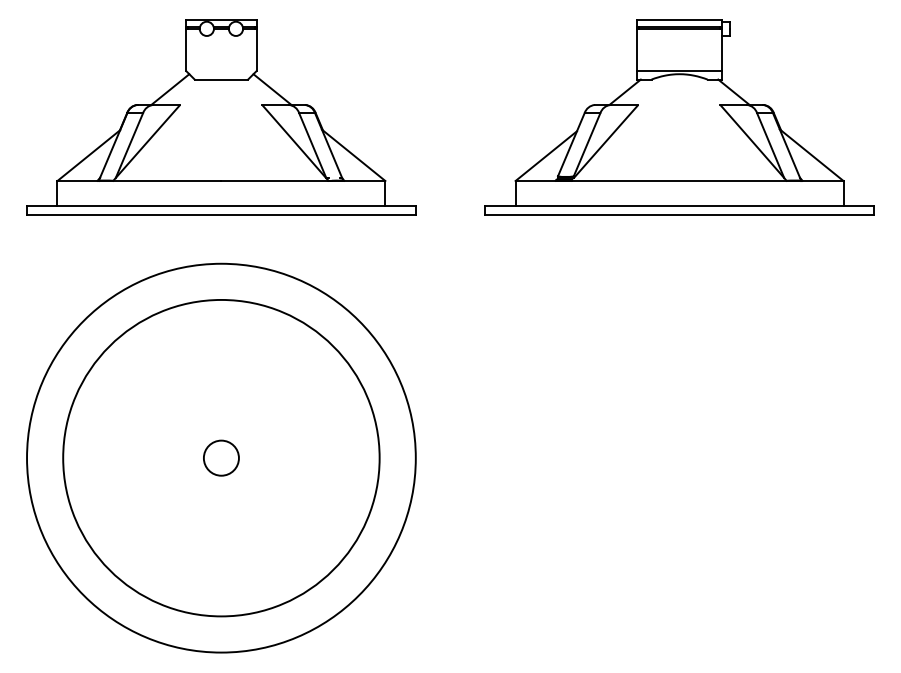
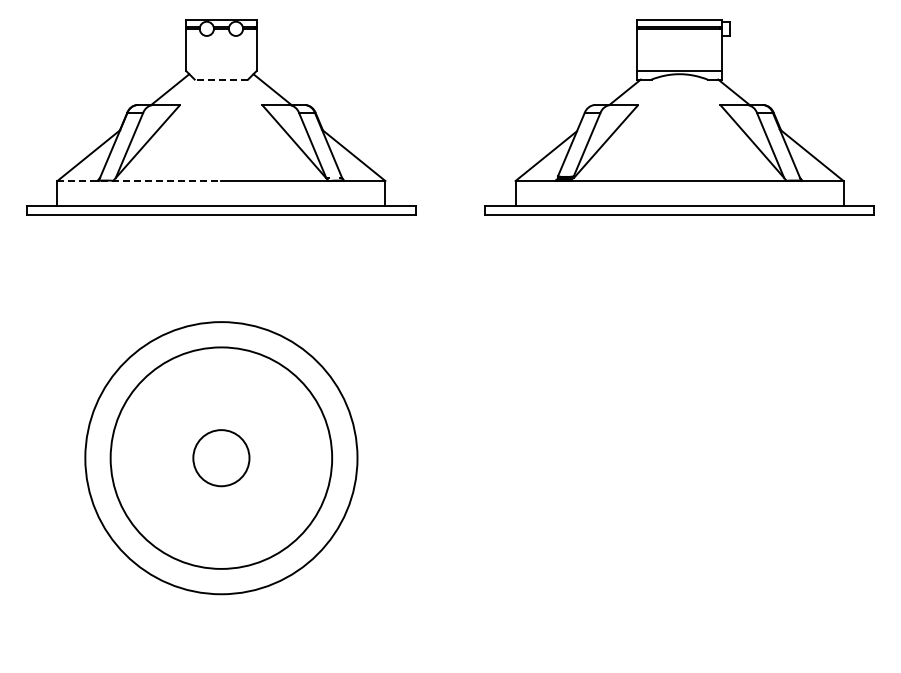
line at (221, 79): solid -> dashed
line at (139, 181): solid -> dashed
circle at (220, 457) diameter: 35 px -> 56 px
circle at (221, 457) diameter: 316 px -> 222 px
circle at (221, 457) diameter: 389 px -> 272 px
